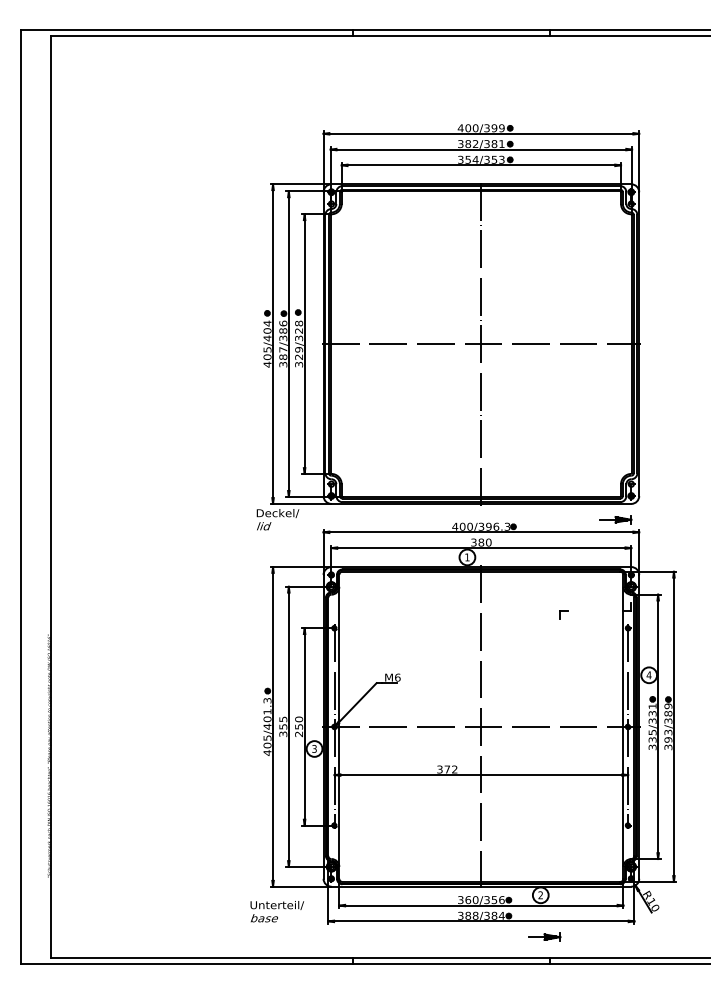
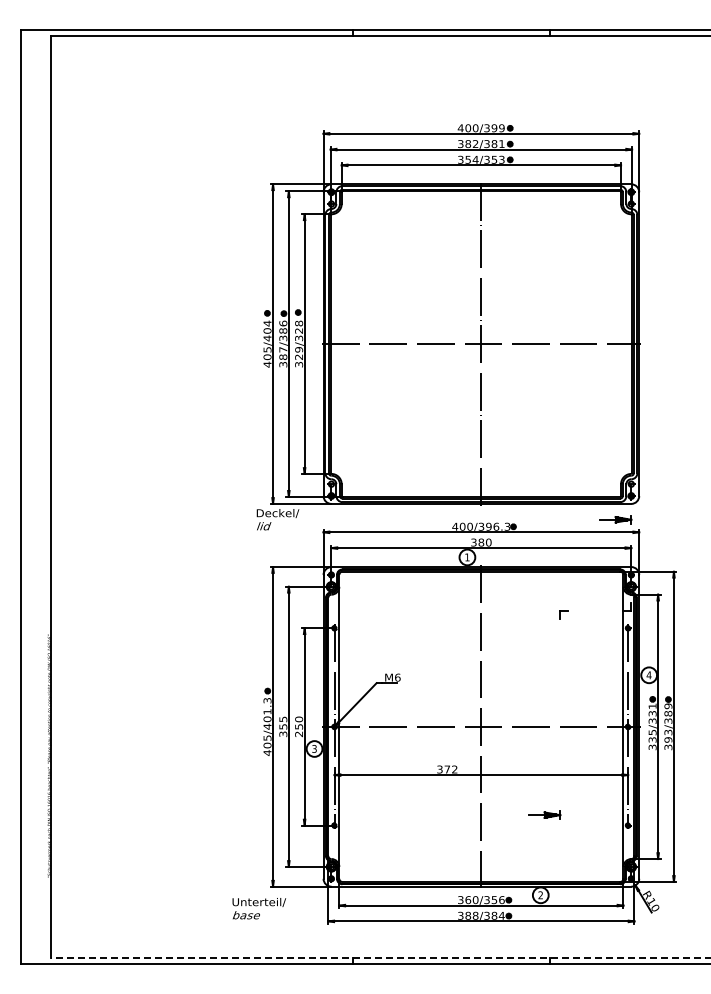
text at (276, 911) position: (276, 911) -> (258, 908)
part at (544, 936) position: (544, 936) -> (544, 814)
line at (380, 957): solid -> dashed
